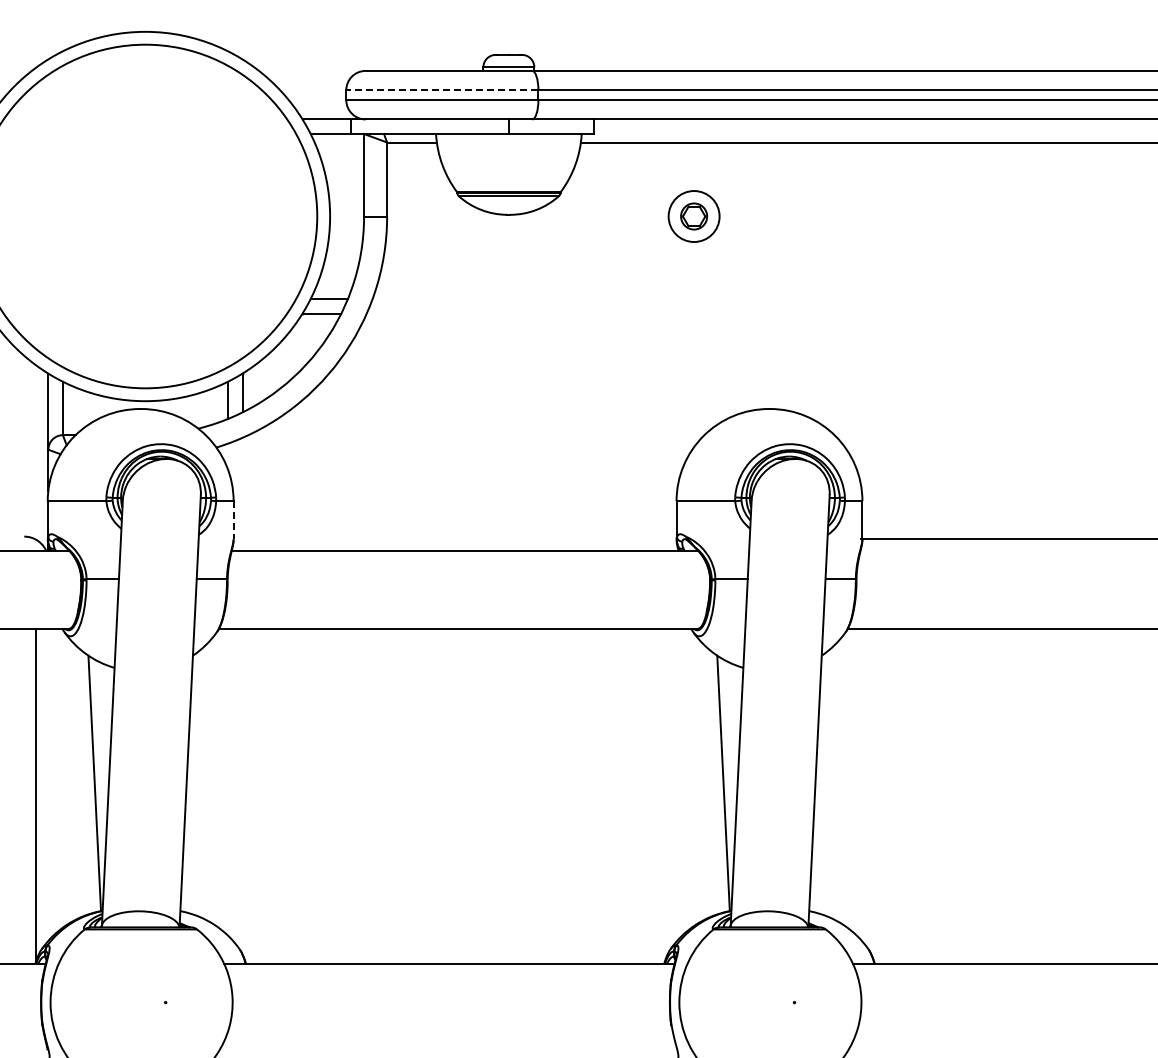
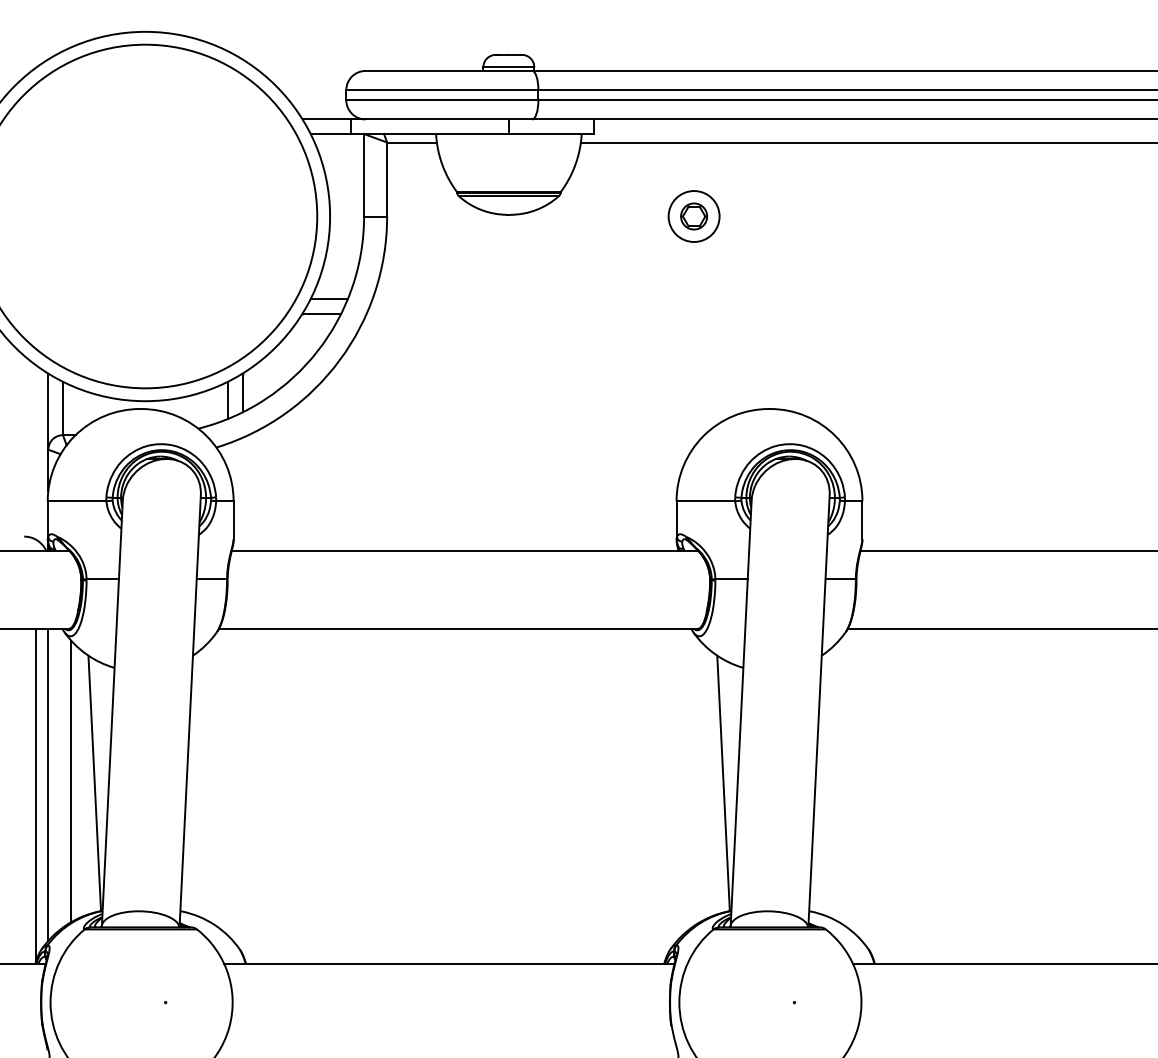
line at (441, 90): dashed -> solid
line at (233, 520): dashed -> solid
line at (1007, 539) position: (1007, 539) -> (1007, 551)
line at (71, 781): none -> present
line at (48, 784): none -> present
